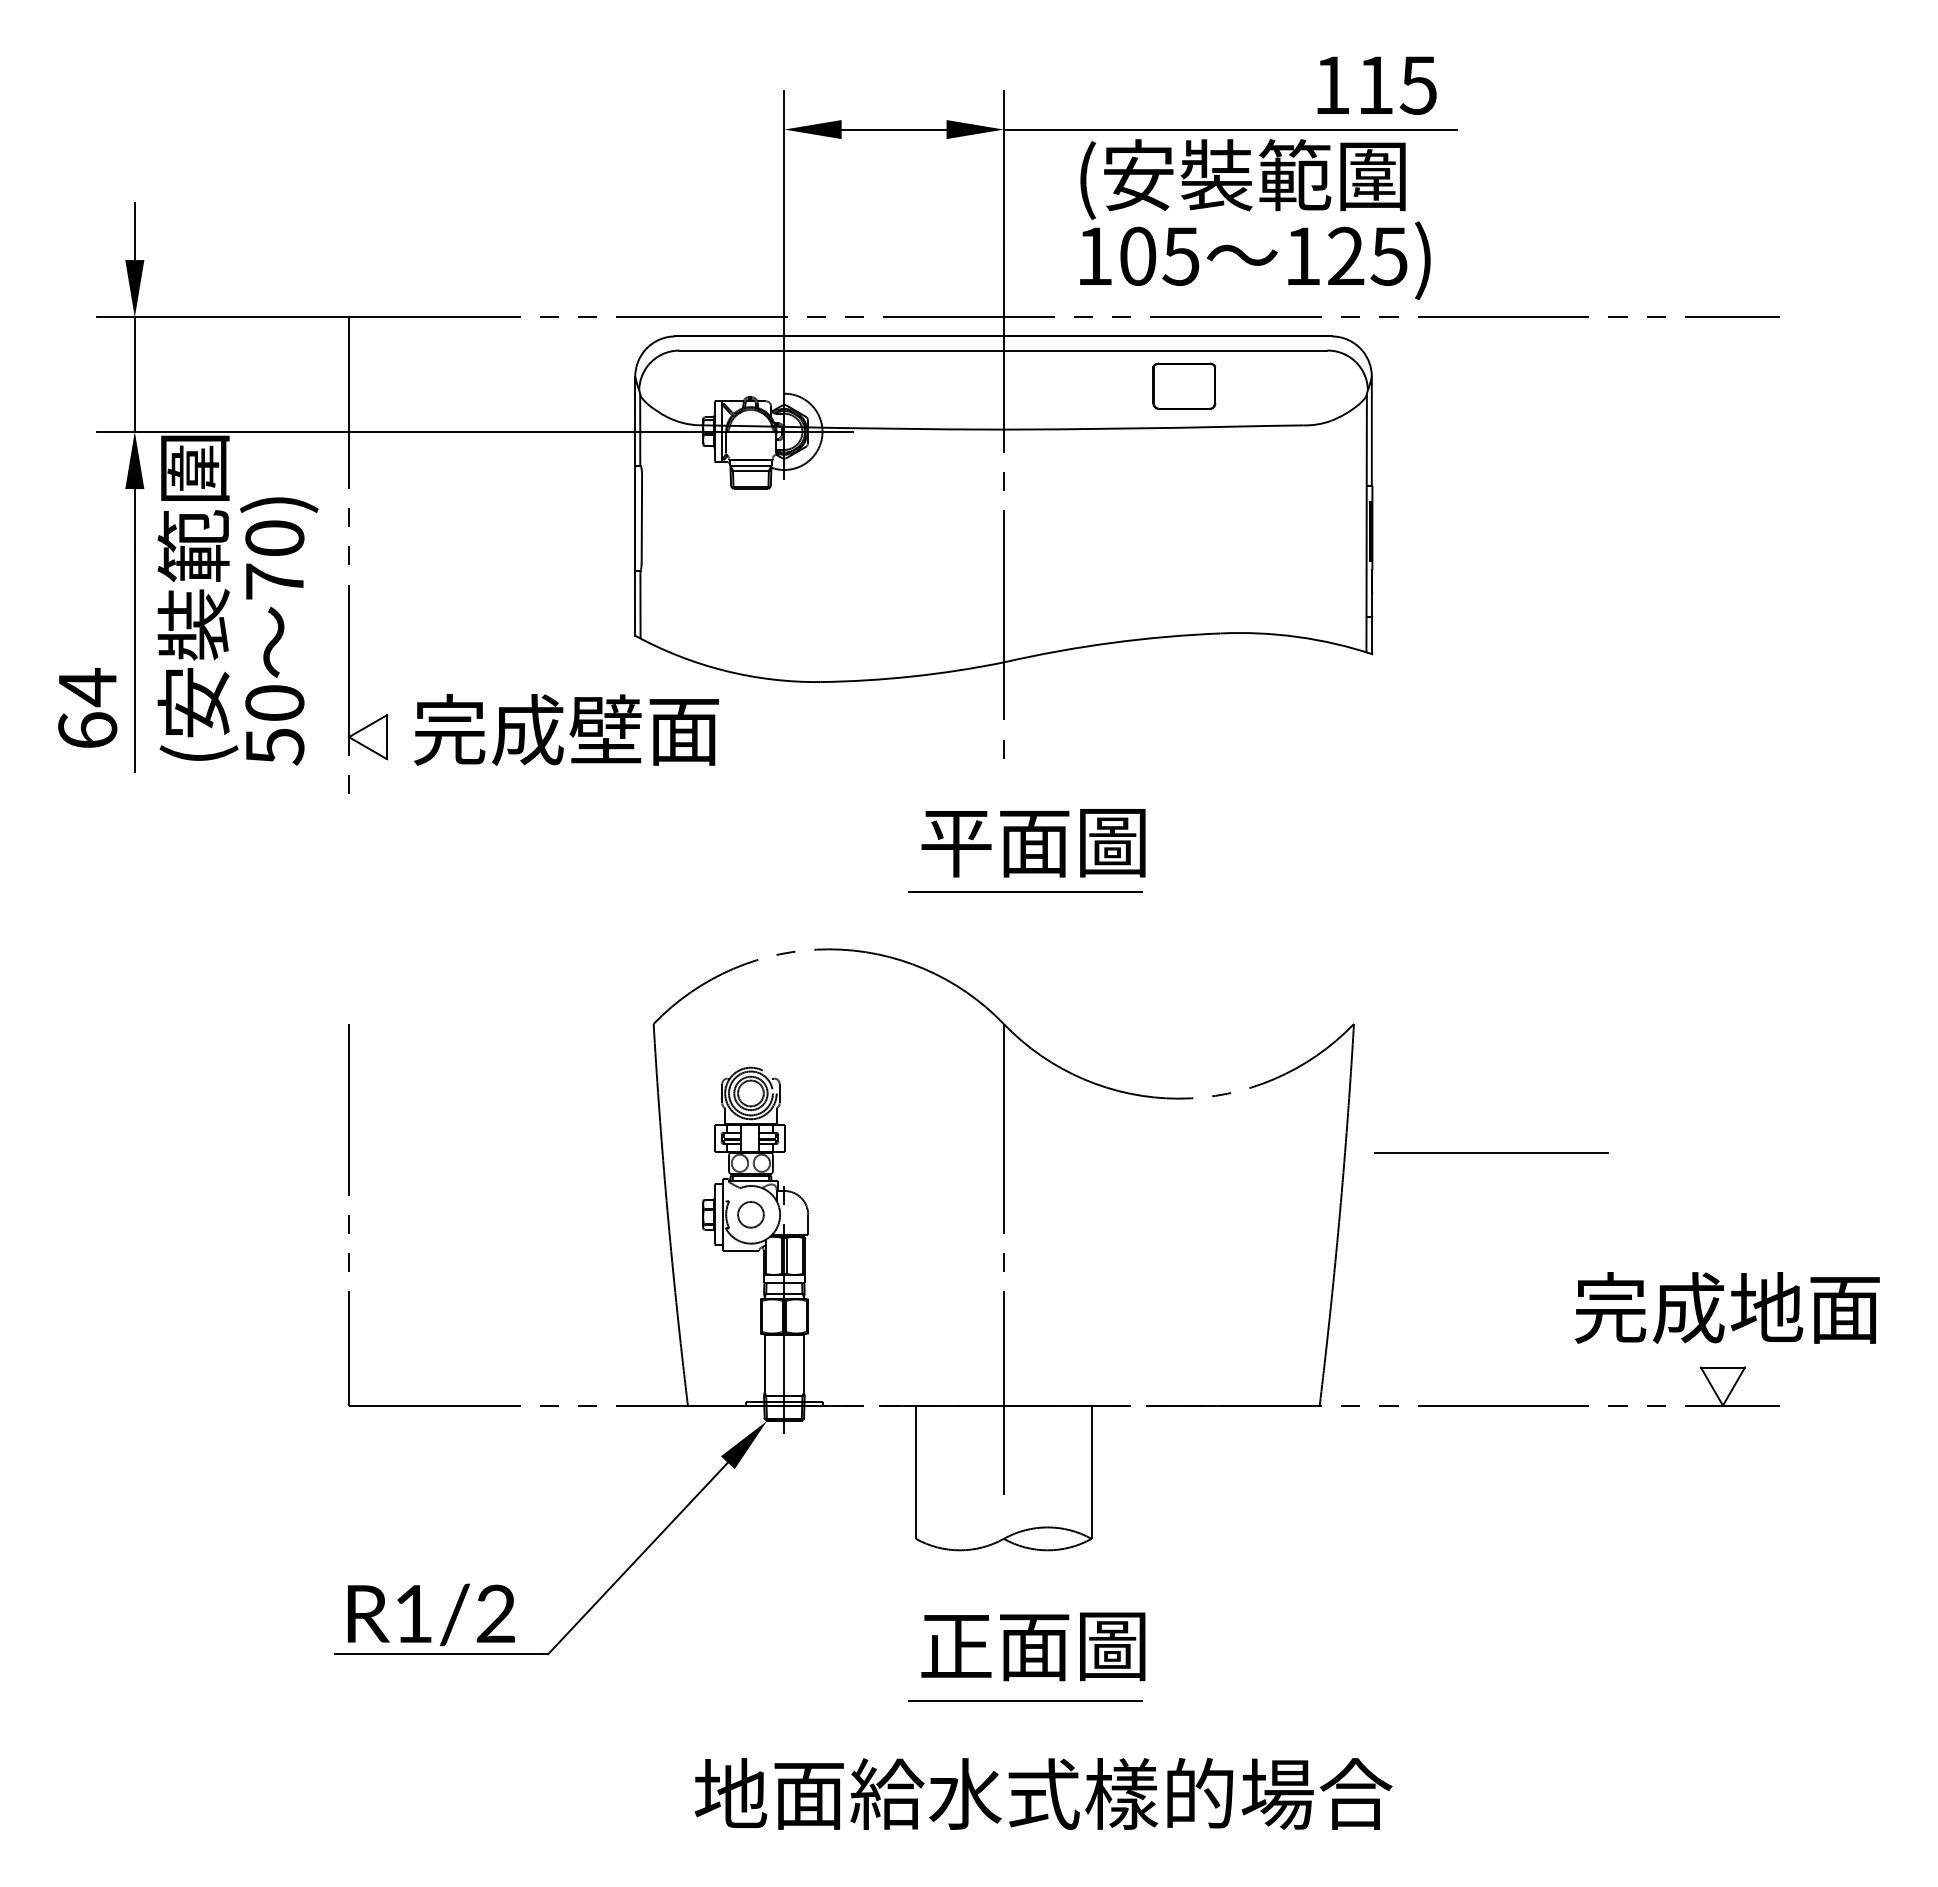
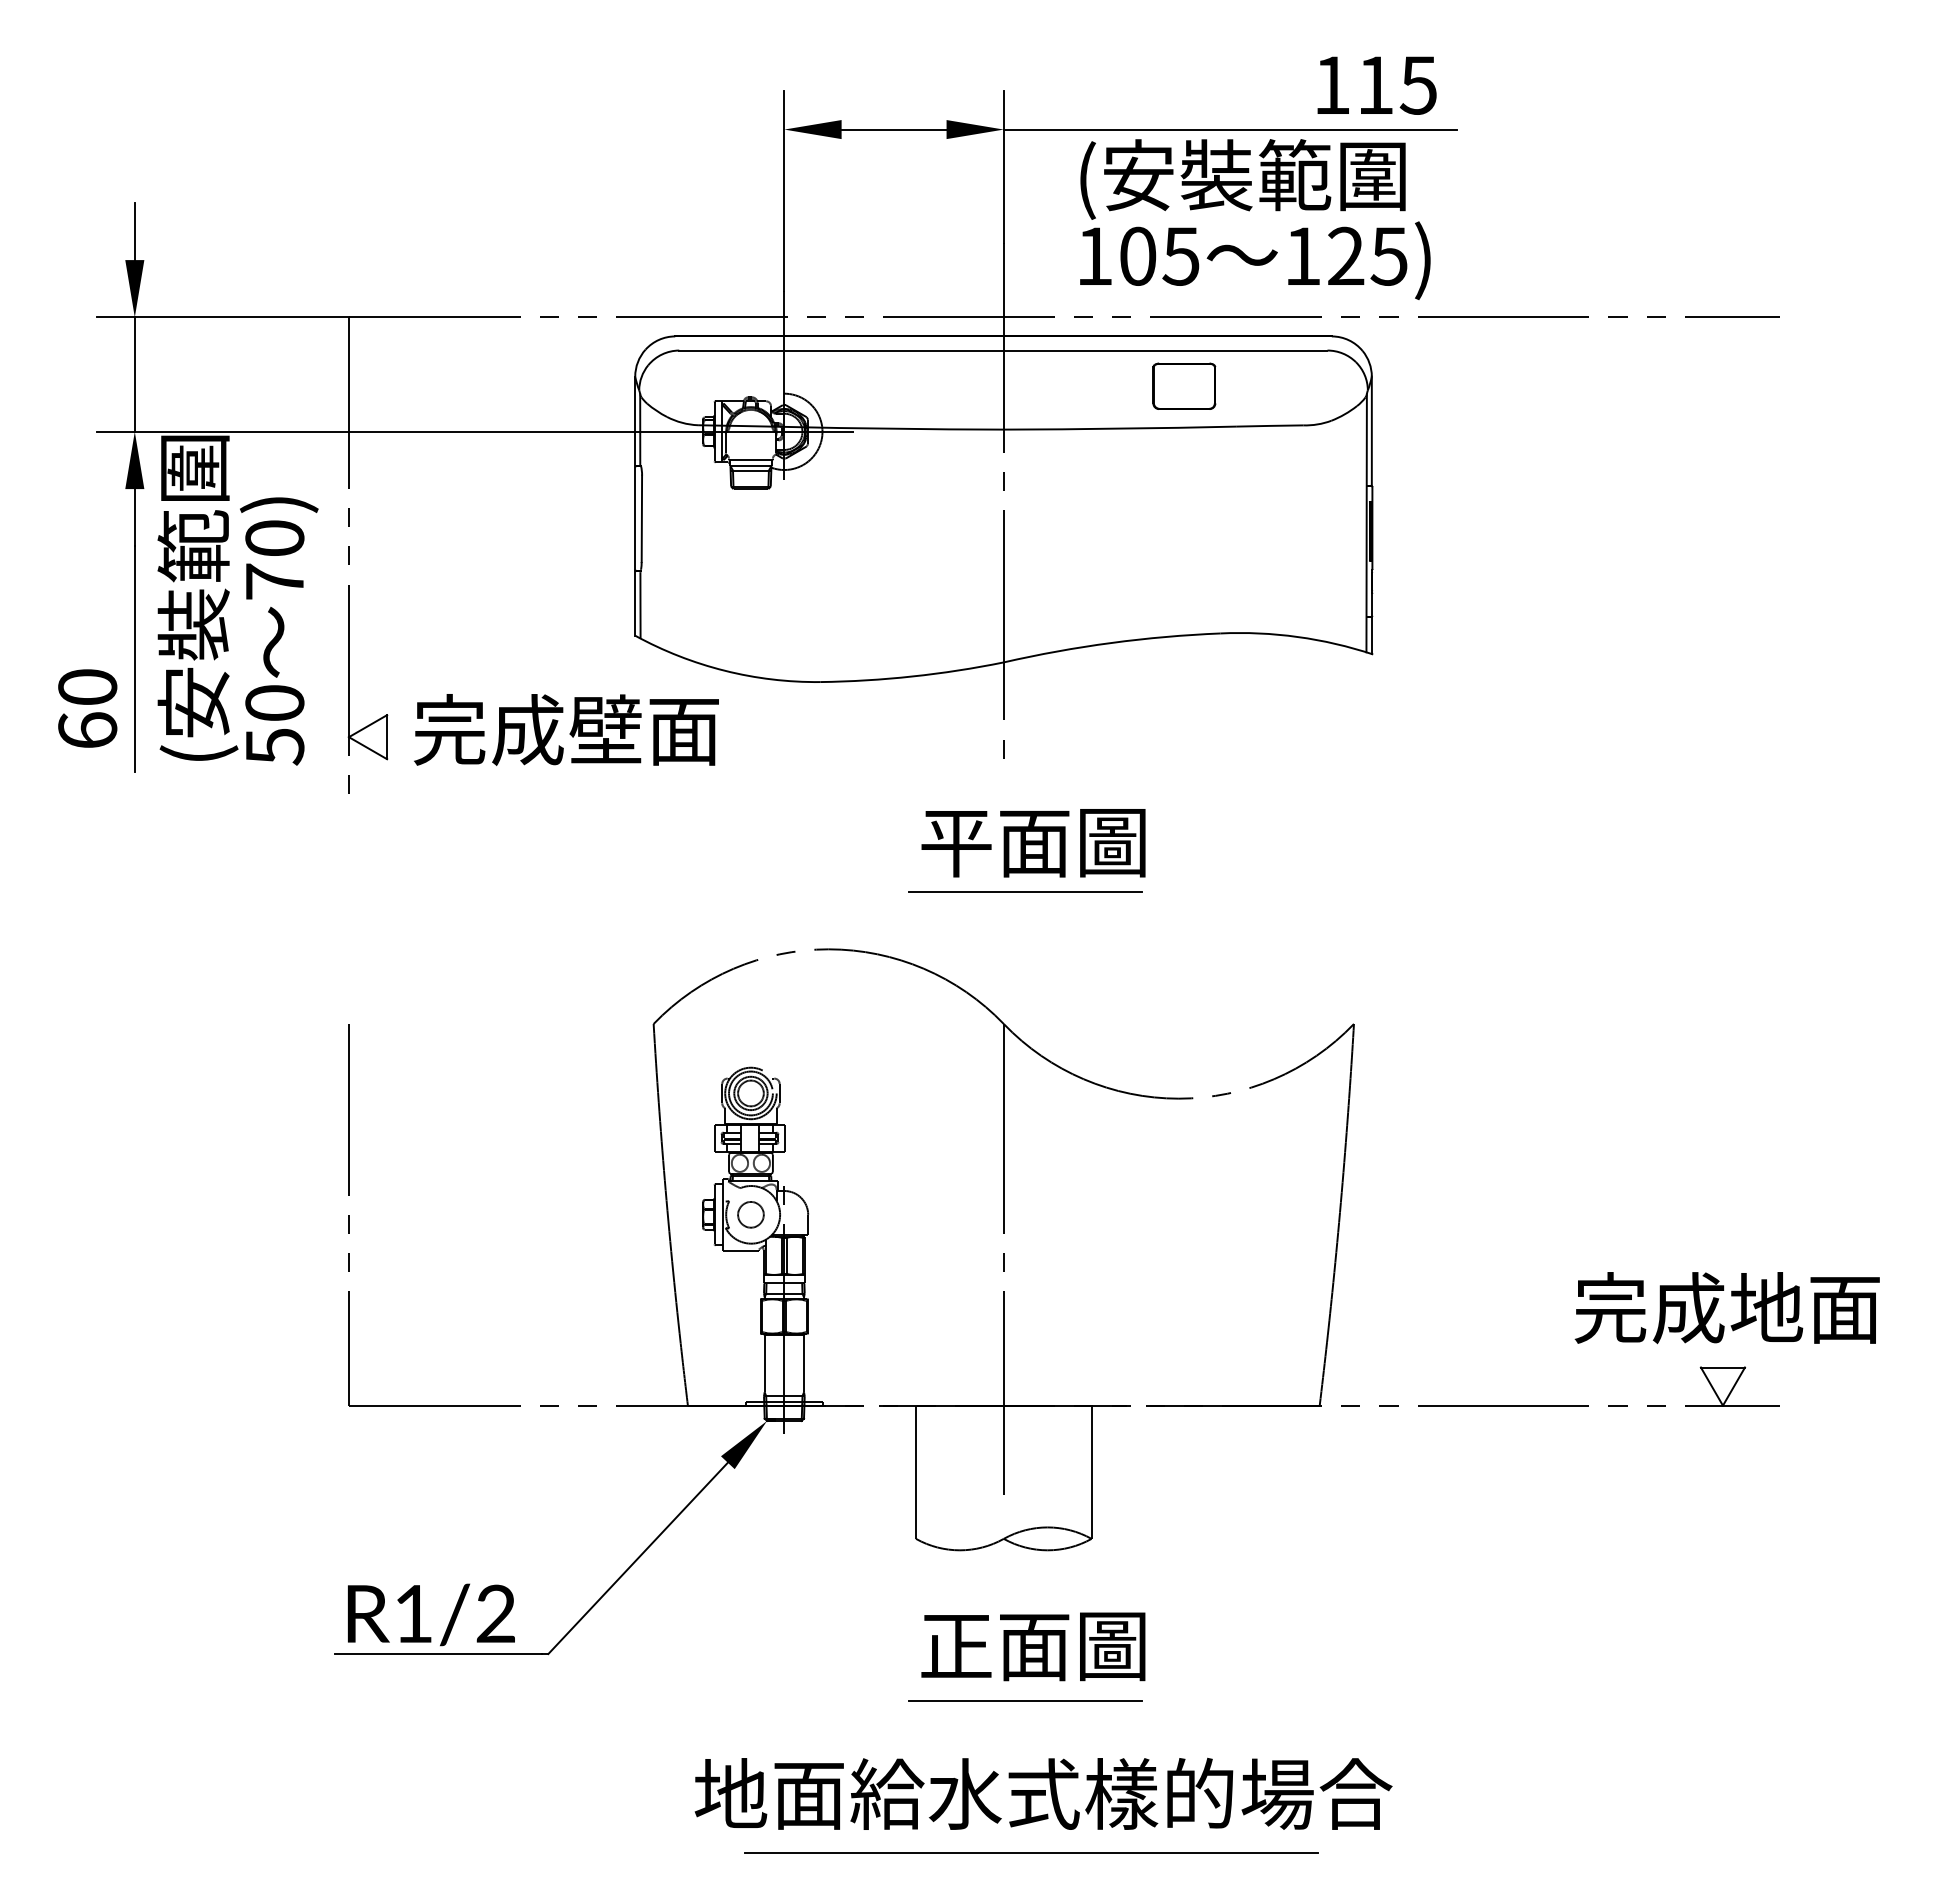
text at (87, 687): 64 -> 60
line at (1491, 1152): present -> none
line at (1031, 1853): none -> present
